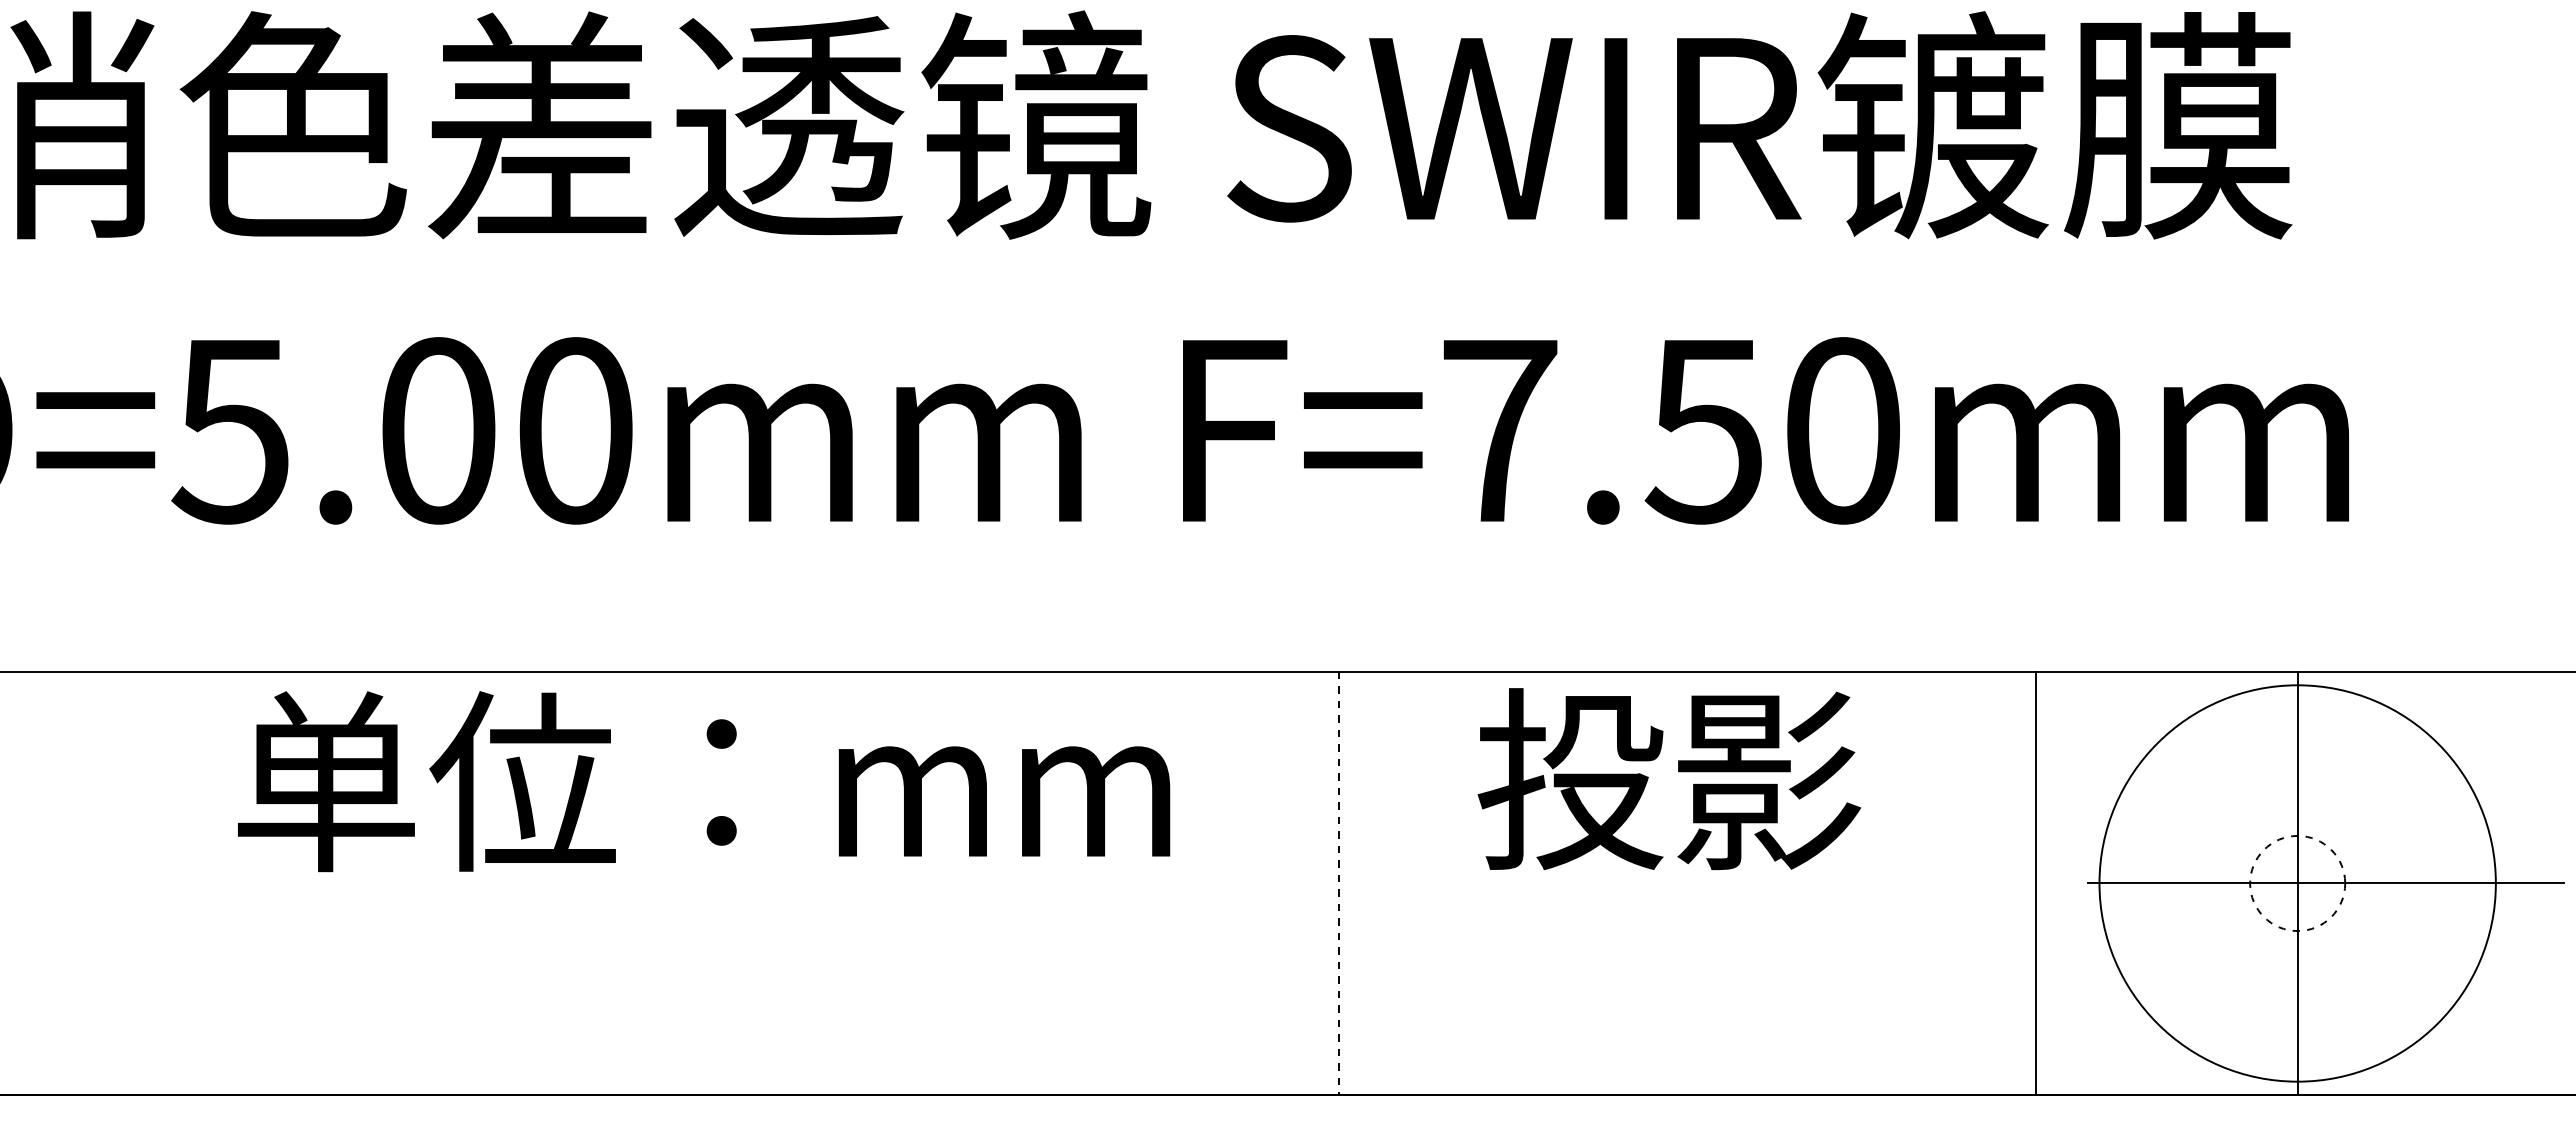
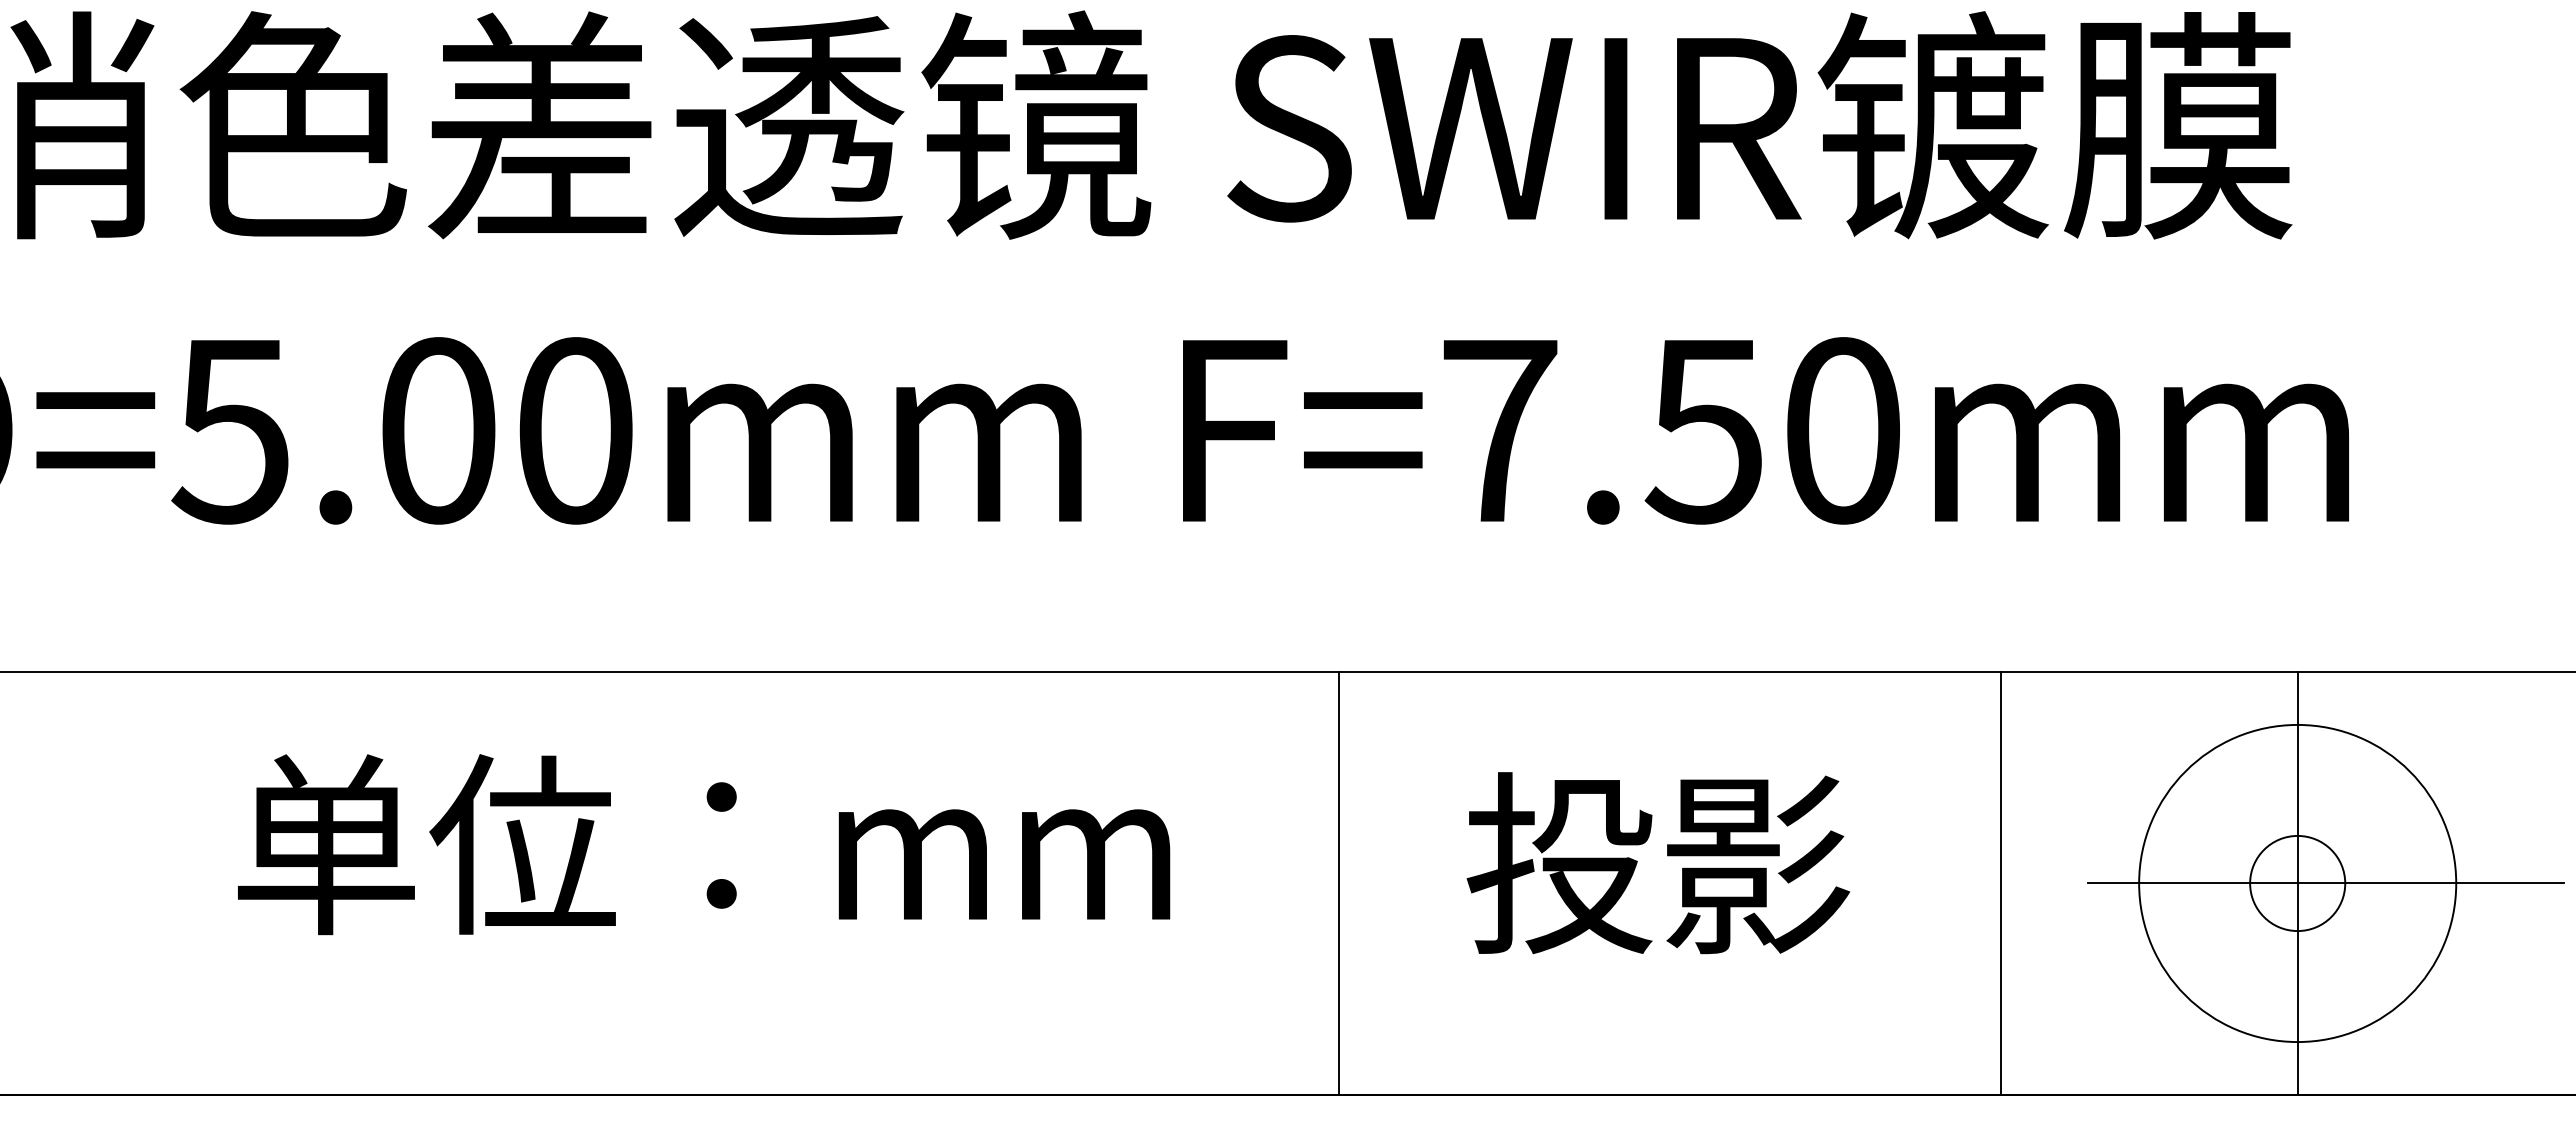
text at (1669, 779) position: (1669, 779) -> (1658, 863)
text at (704, 781) position: (704, 781) -> (704, 844)
line at (1338, 883): dashed -> solid
line at (2035, 883) position: (2035, 883) -> (2000, 883)
circle at (2297, 883) diameter: 396 px -> 317 px
circle at (2297, 883): dashed -> solid
